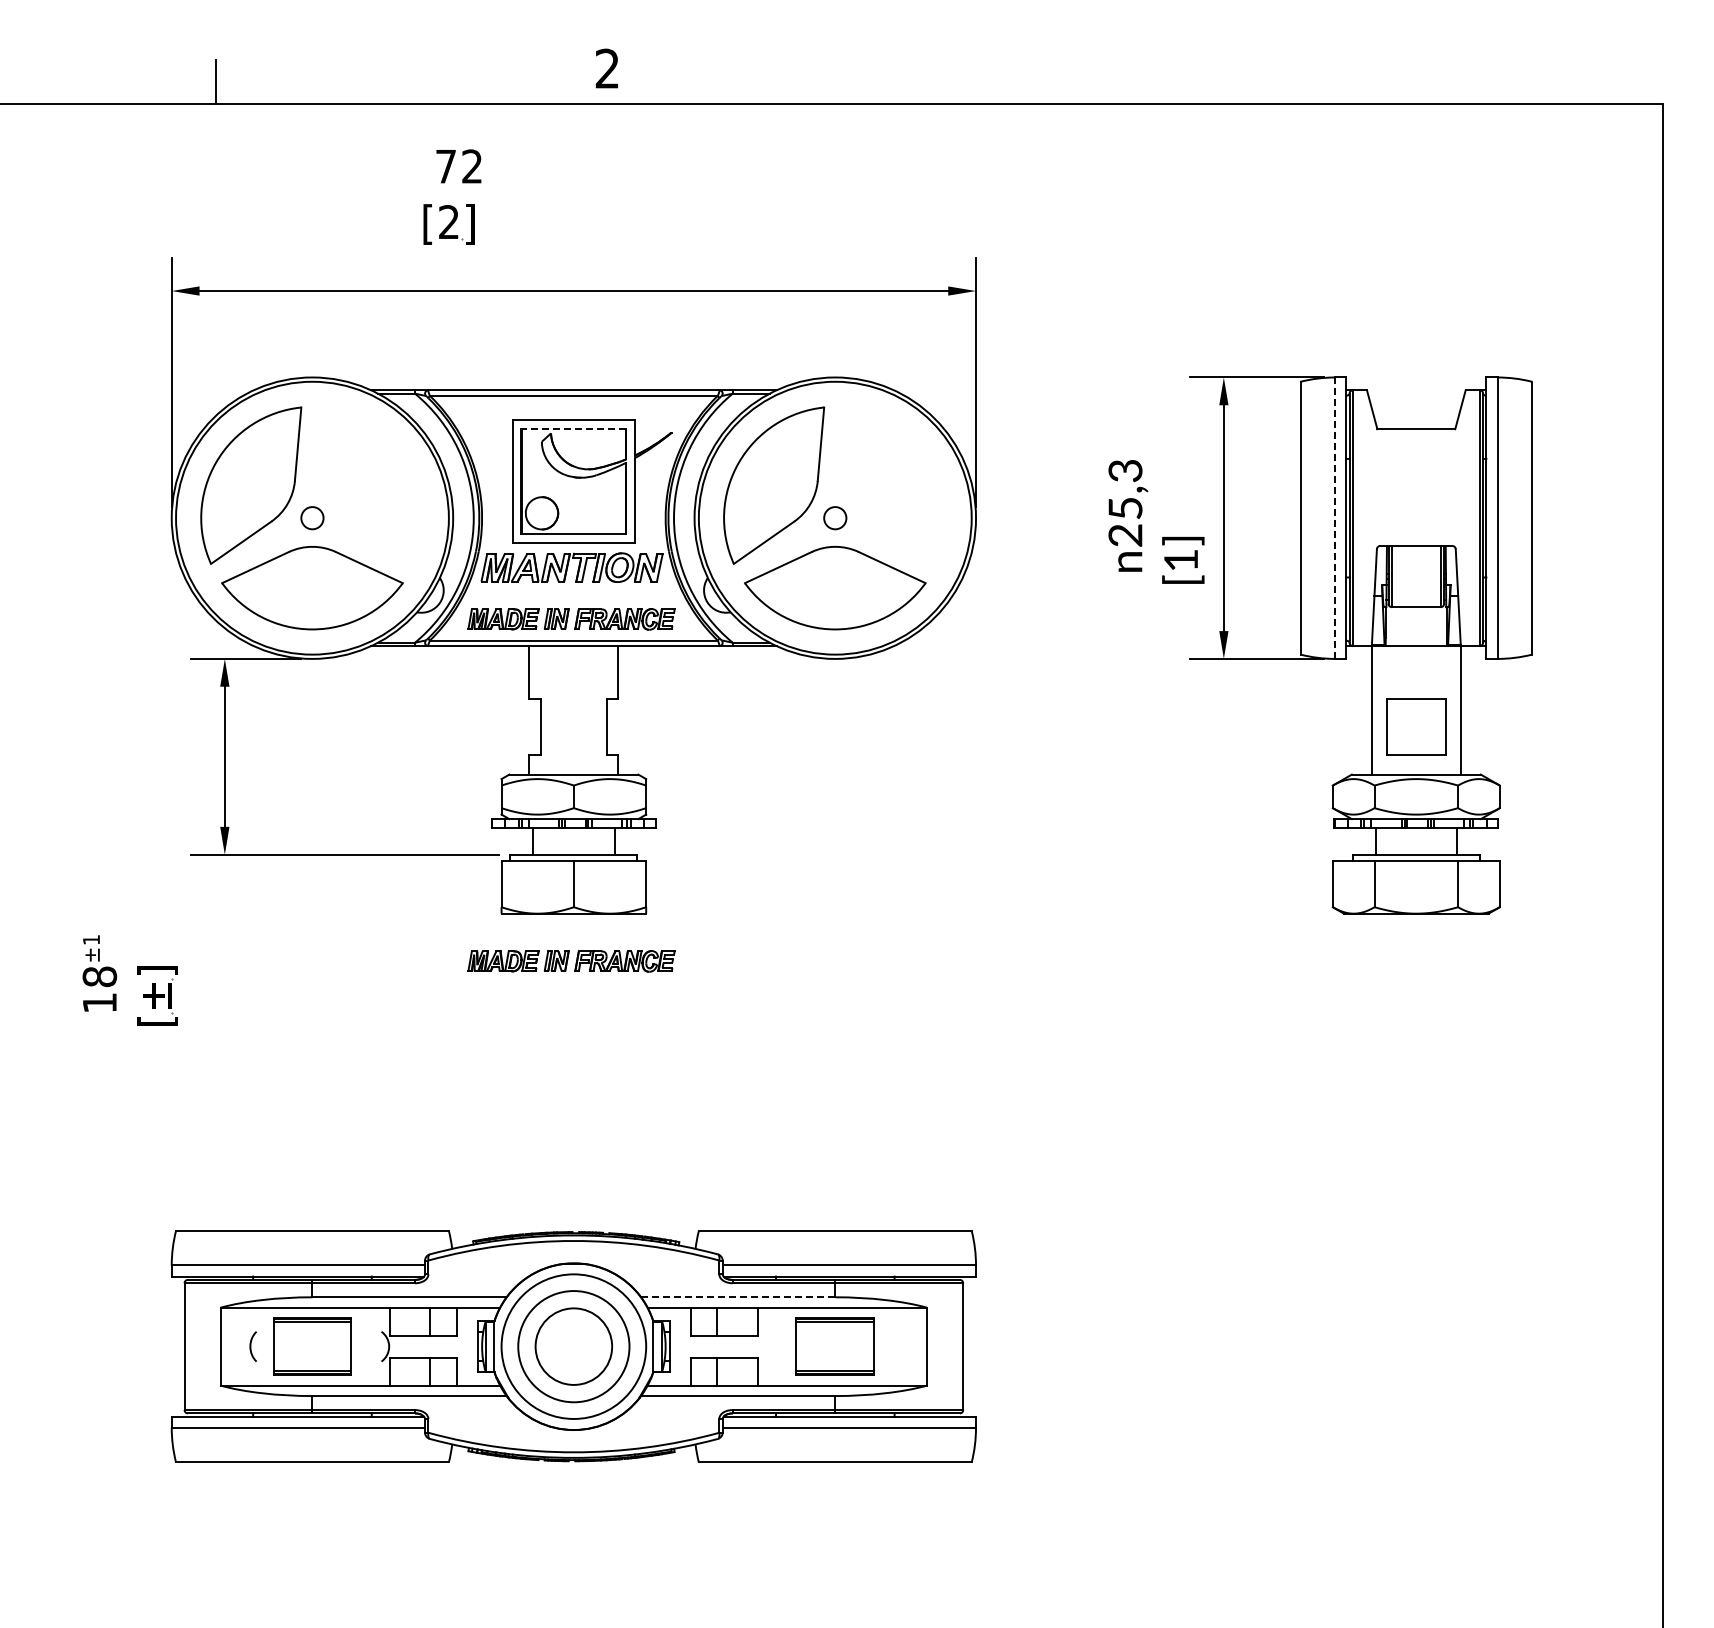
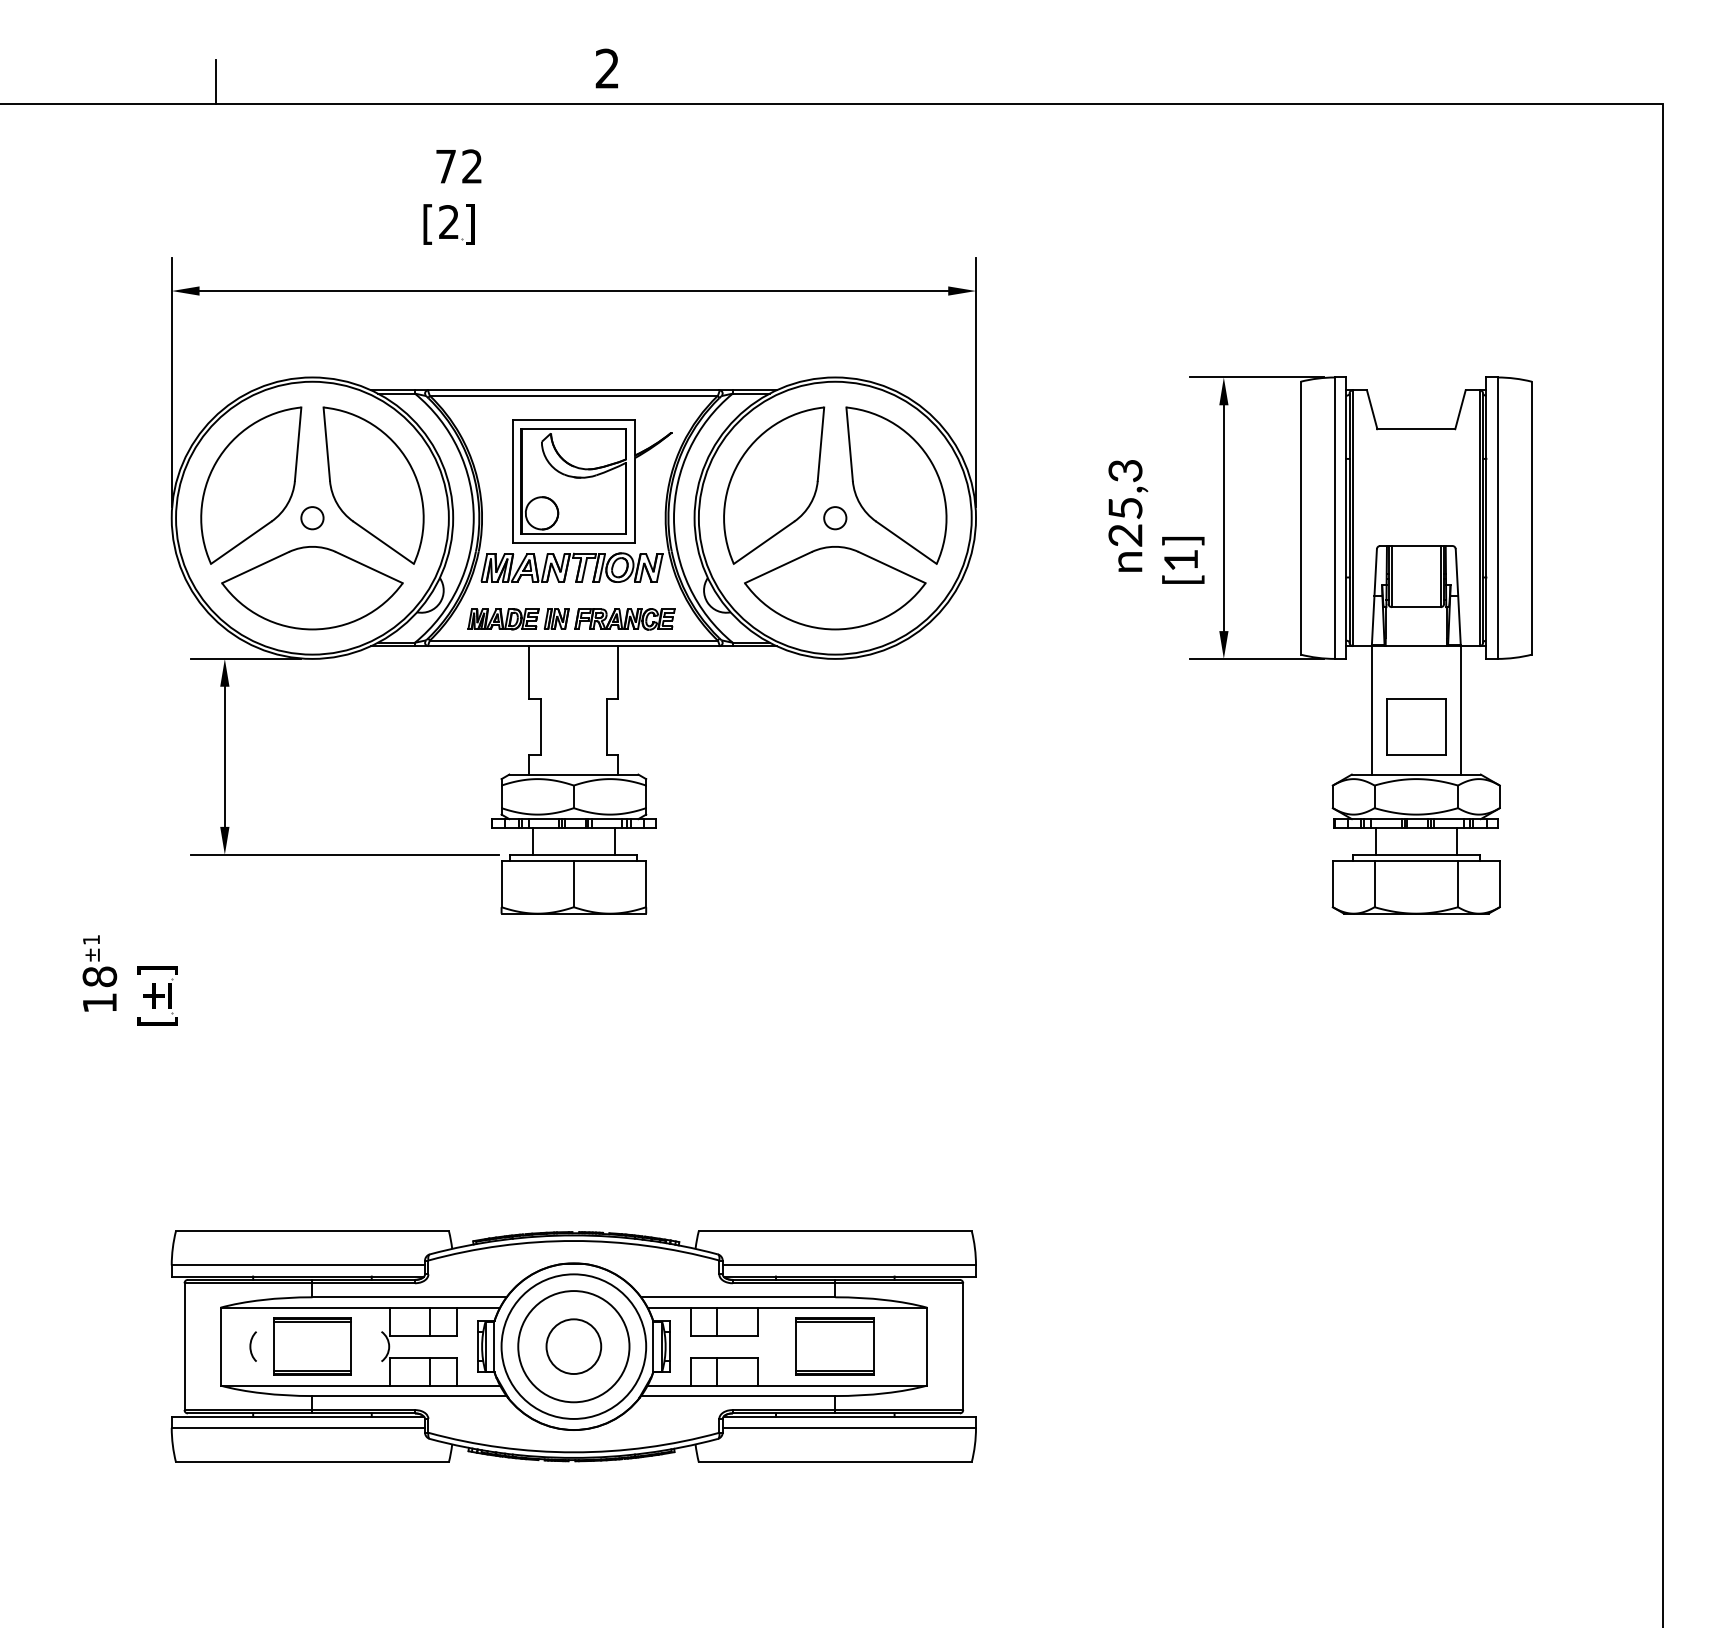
line at (573, 429): dashed -> solid
part at (373, 485): none -> present
part at (896, 485): none -> present
line at (1335, 518): dashed -> solid
part at (571, 961): present -> none
line at (737, 1297): dashed -> solid
circle at (573, 1346) diameter: 77 px -> 55 px
